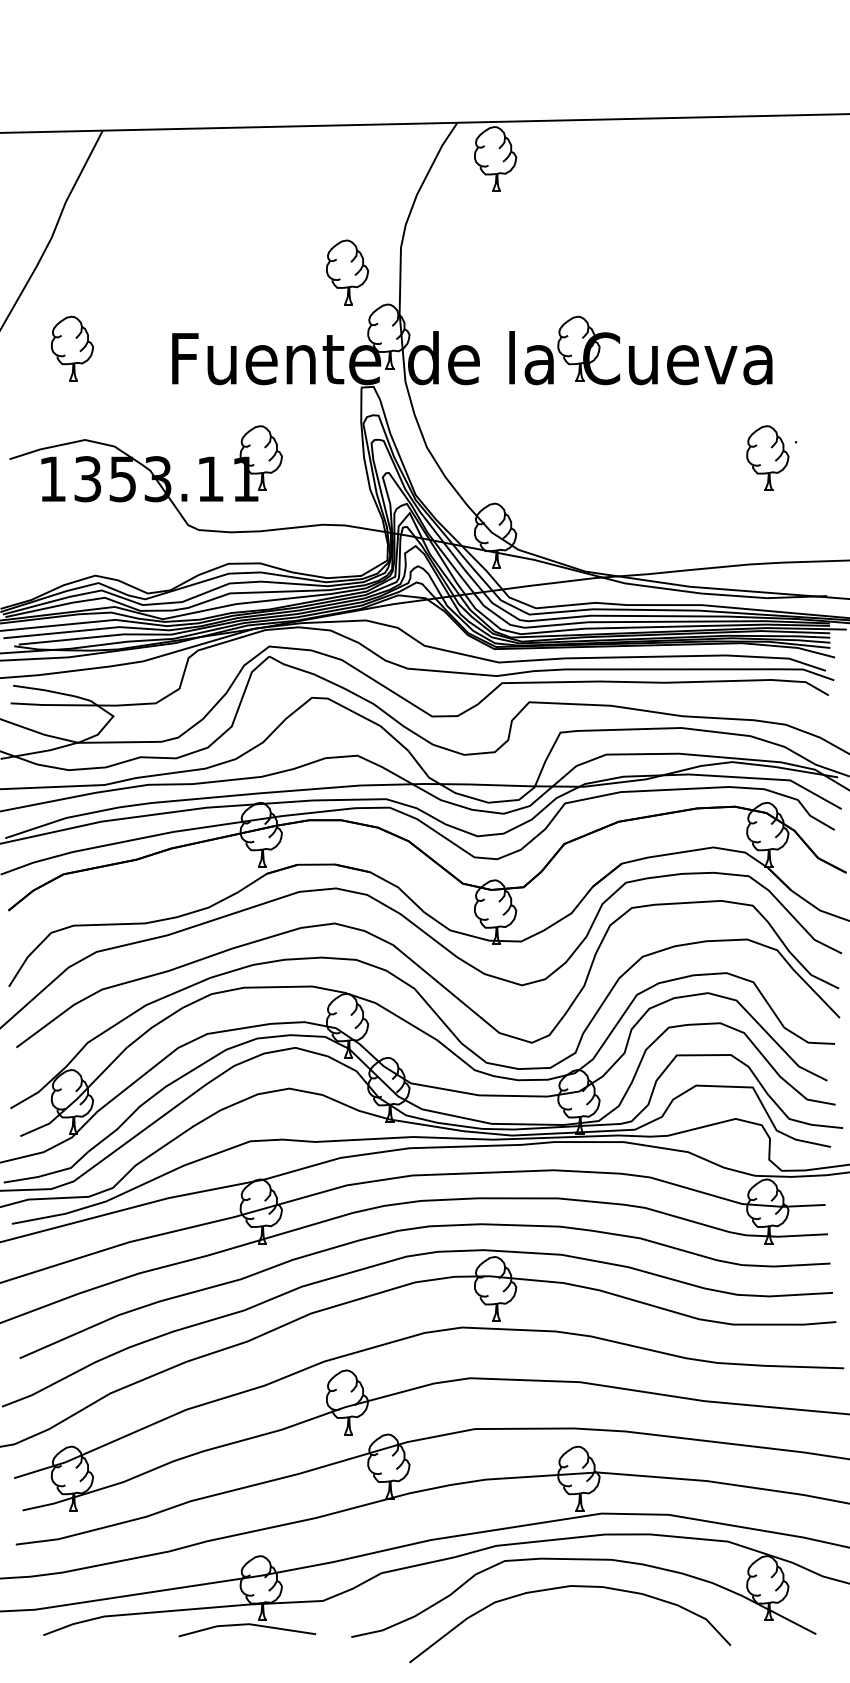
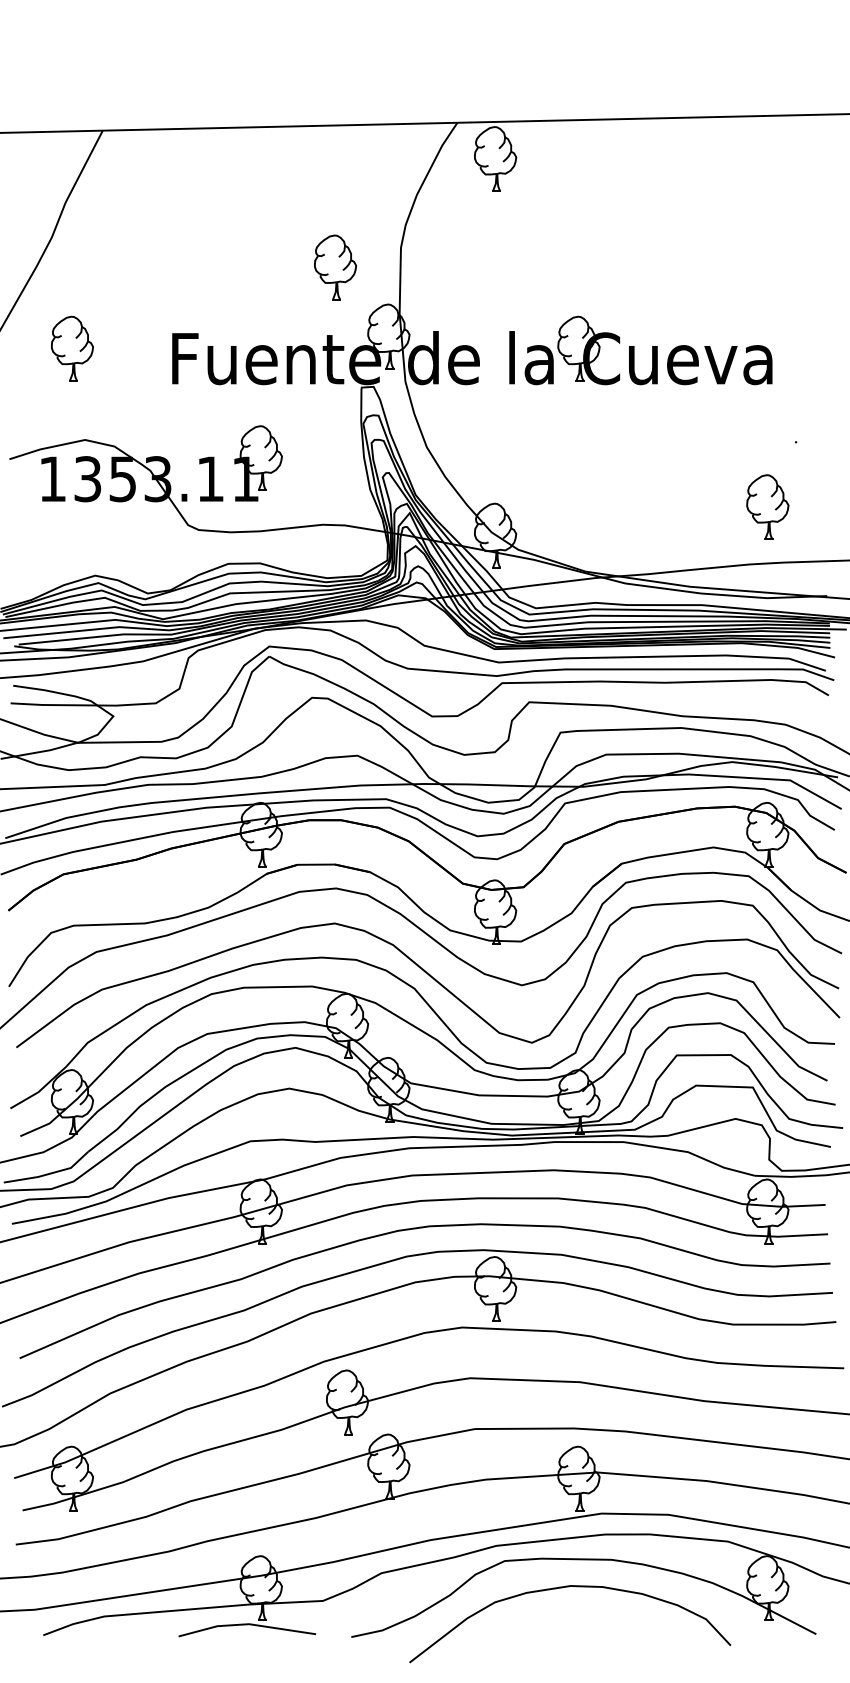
part at (347, 272) position: (347, 272) -> (335, 267)
part at (767, 457) position: (767, 457) -> (767, 506)
